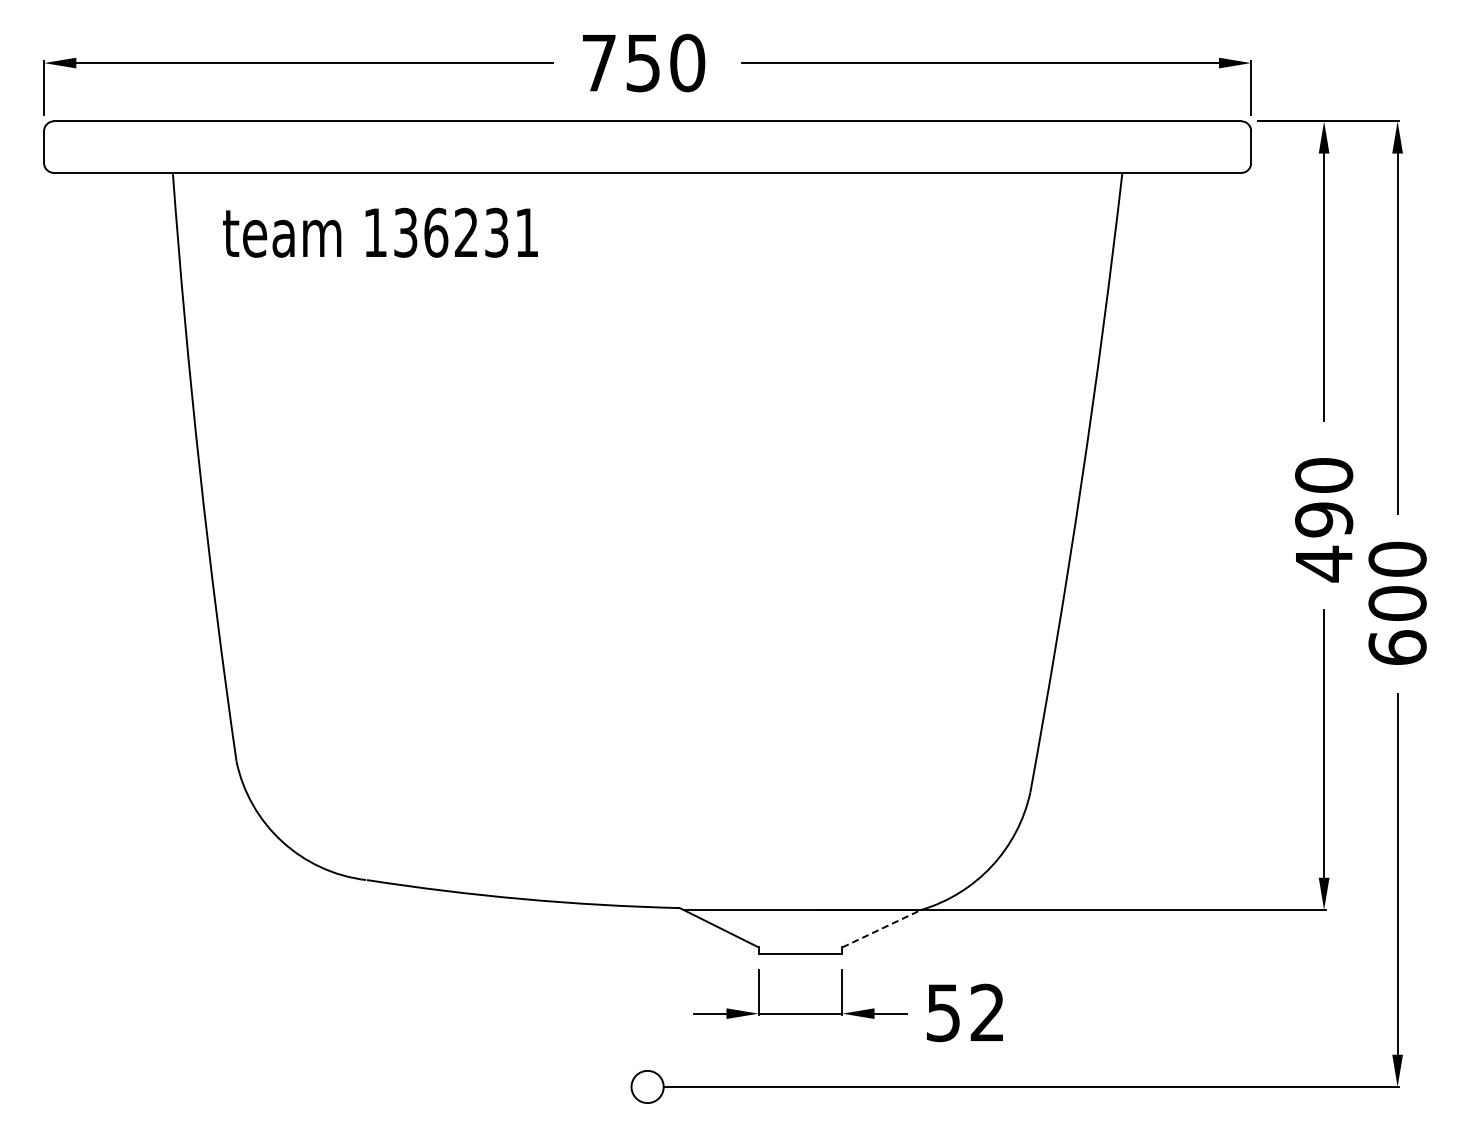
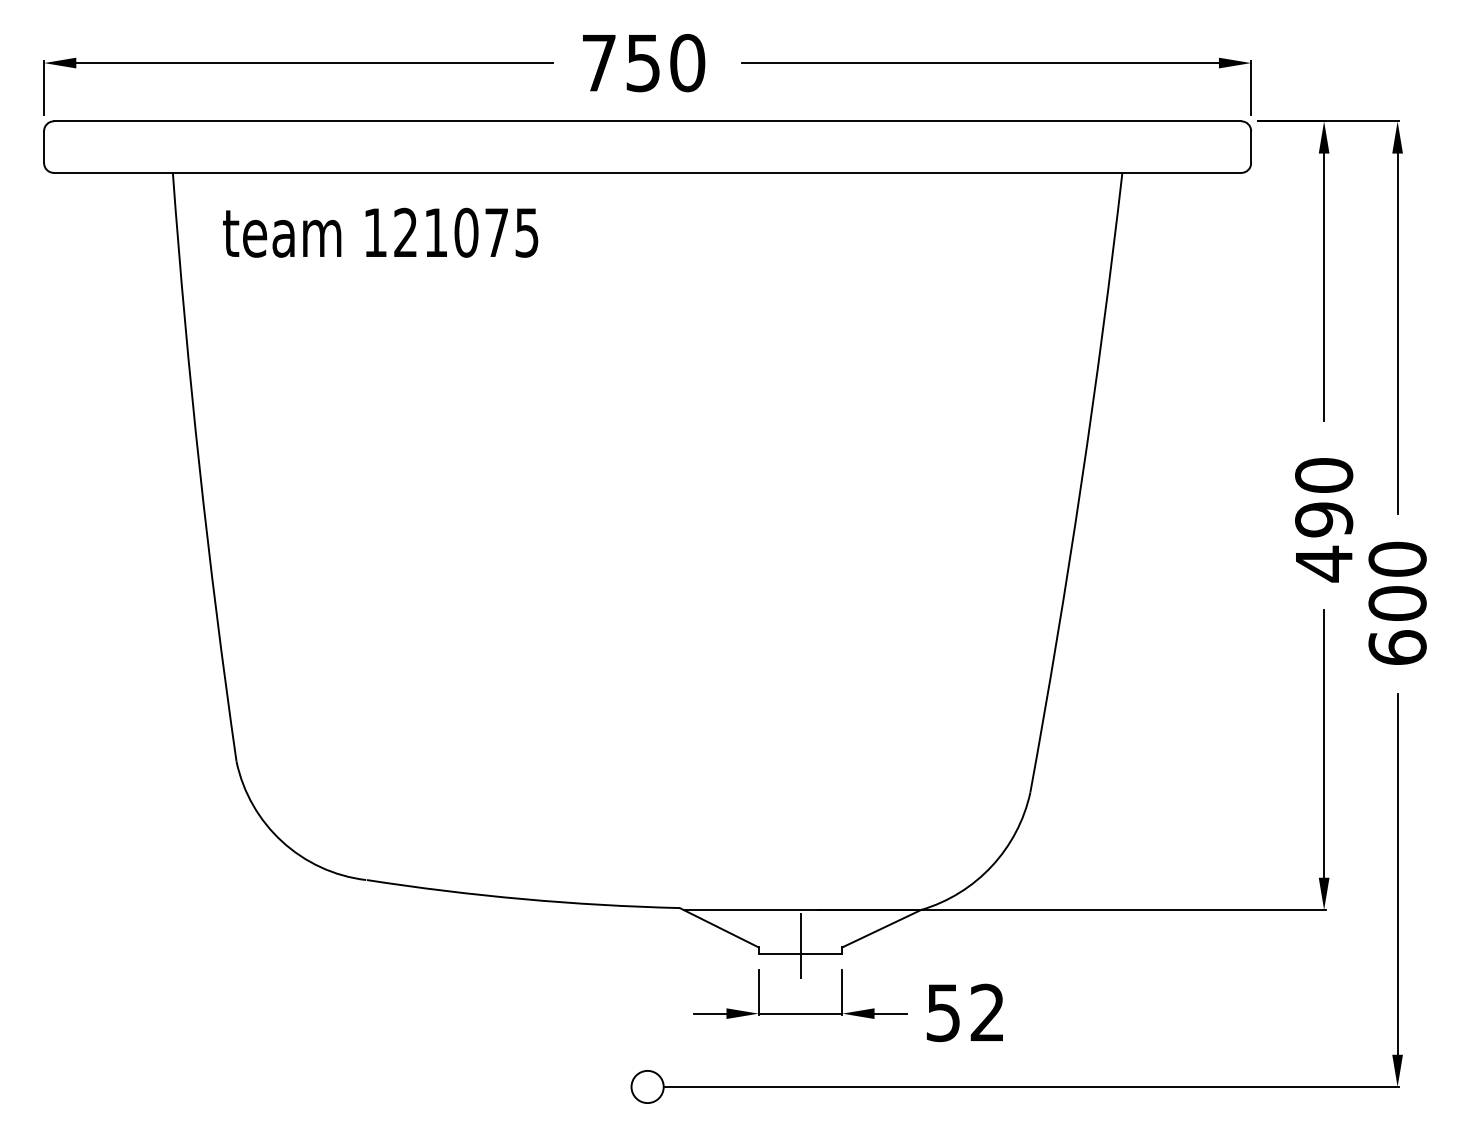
text at (466, 232): 136231 -> 121075
line at (881, 928): dashed -> solid
line at (800, 945): none -> present
